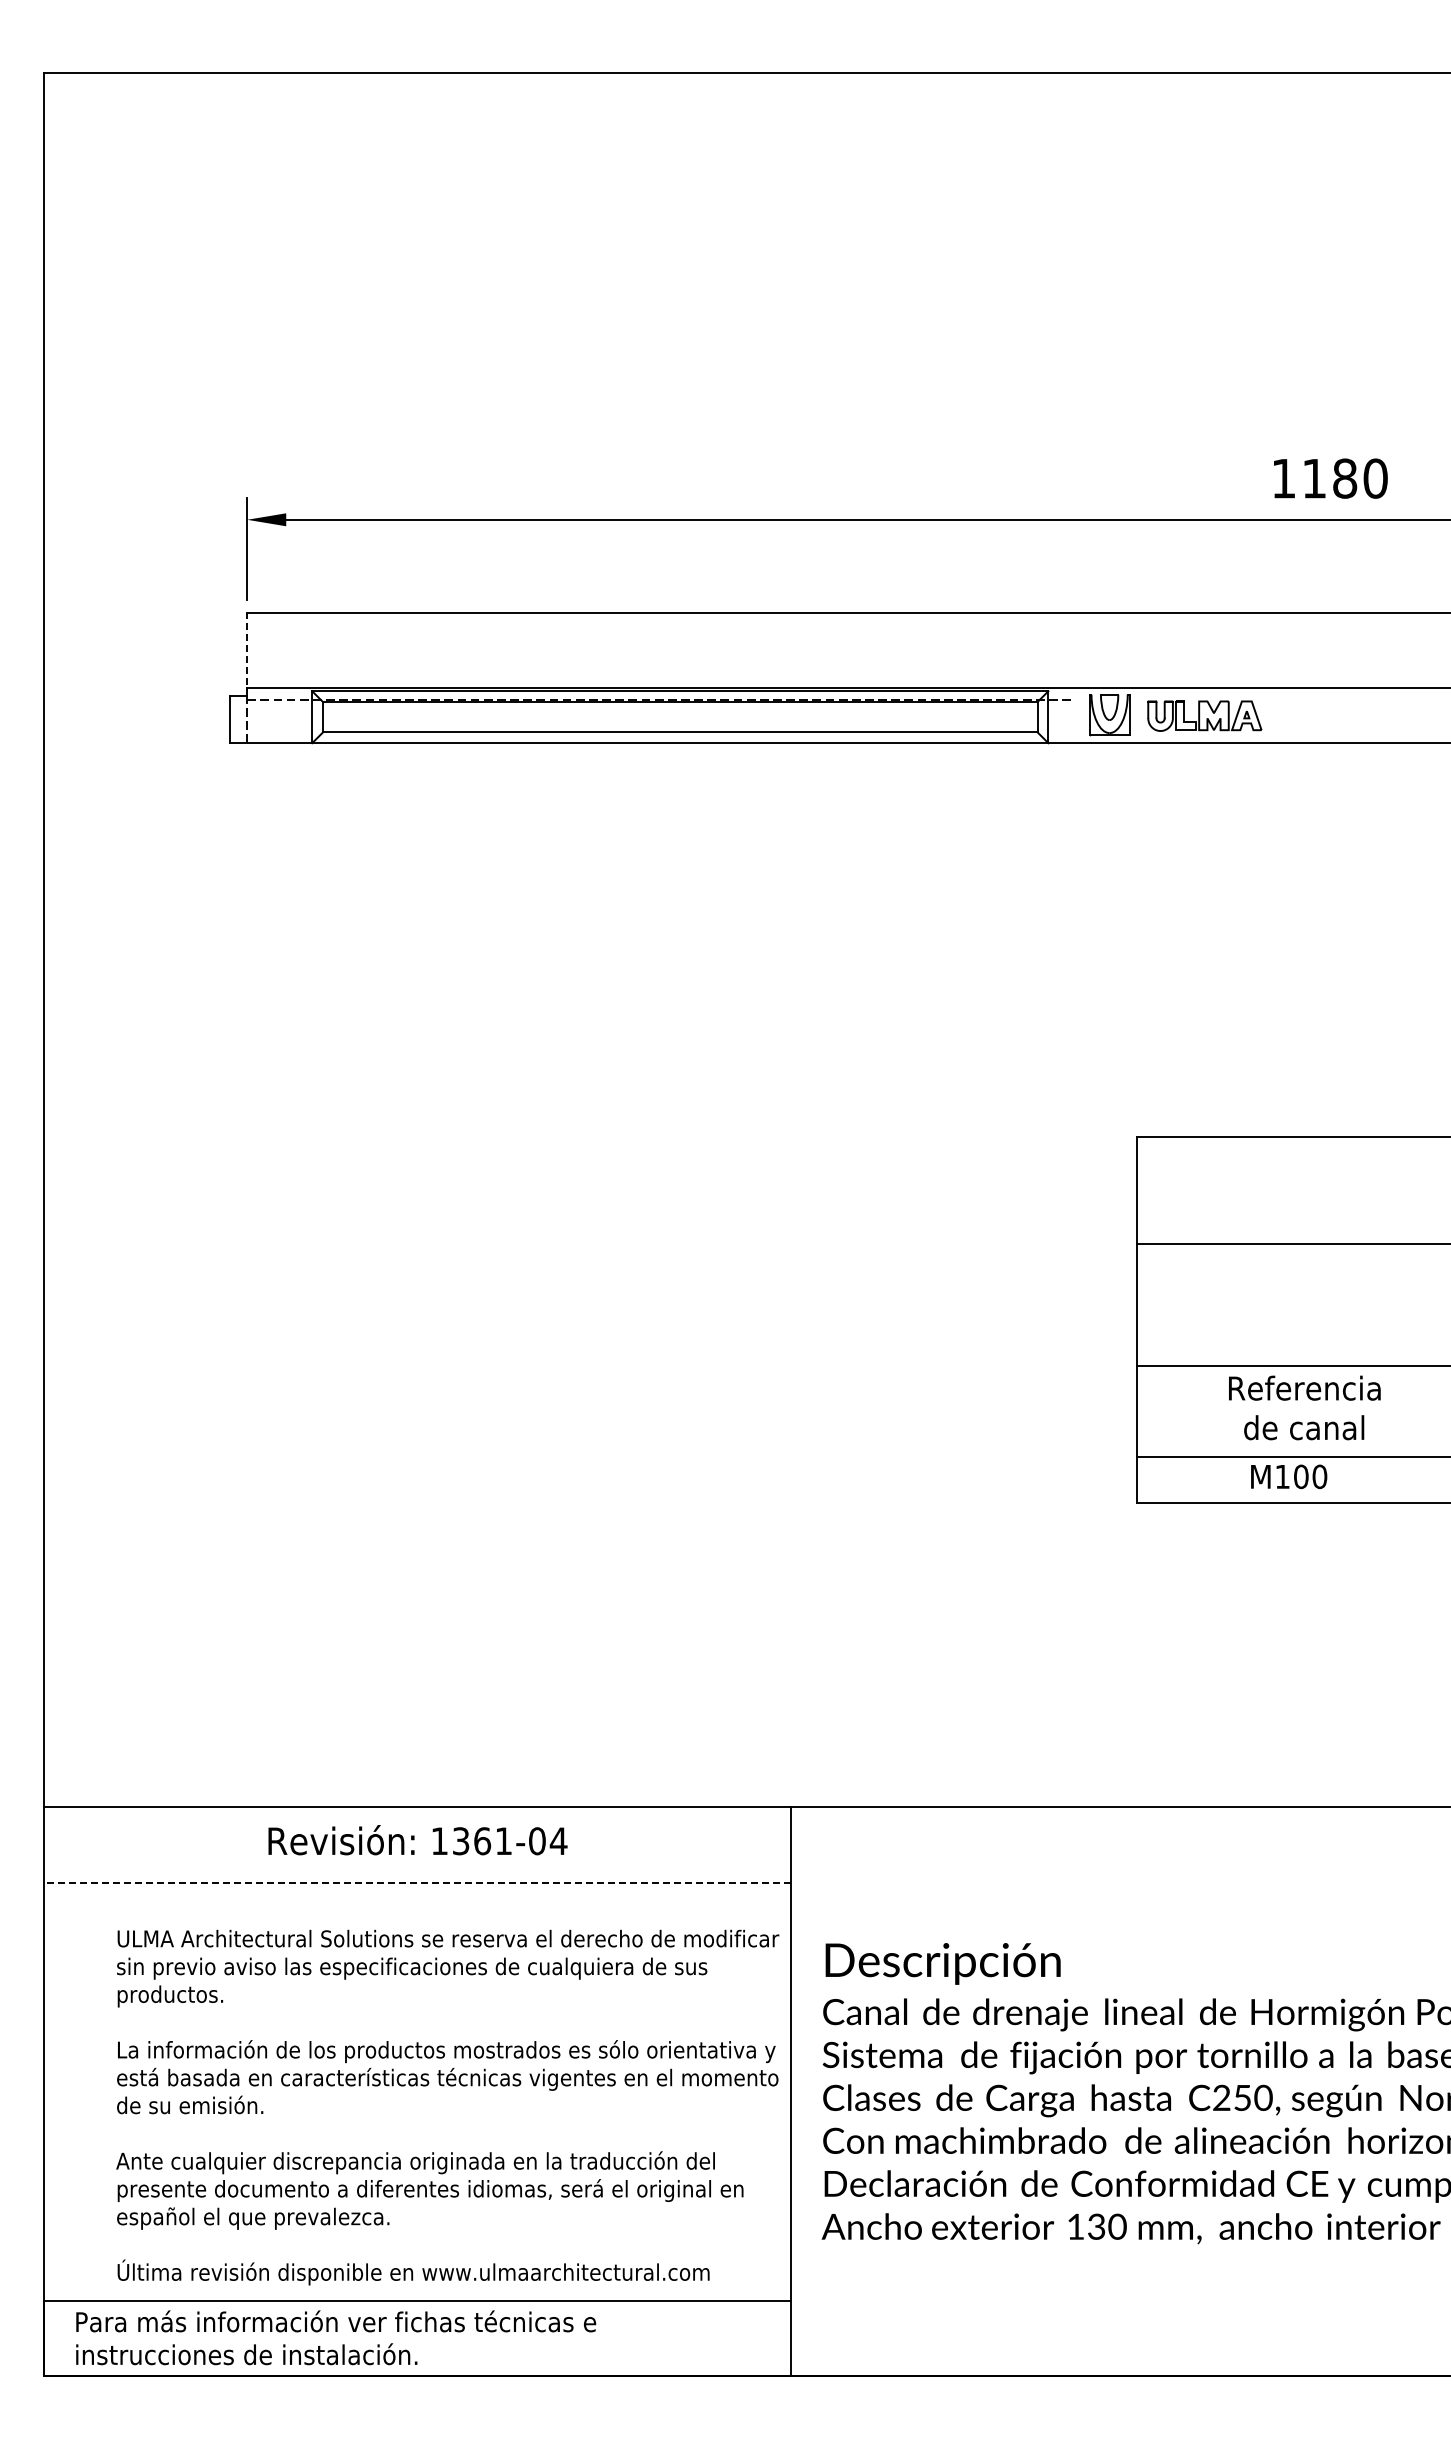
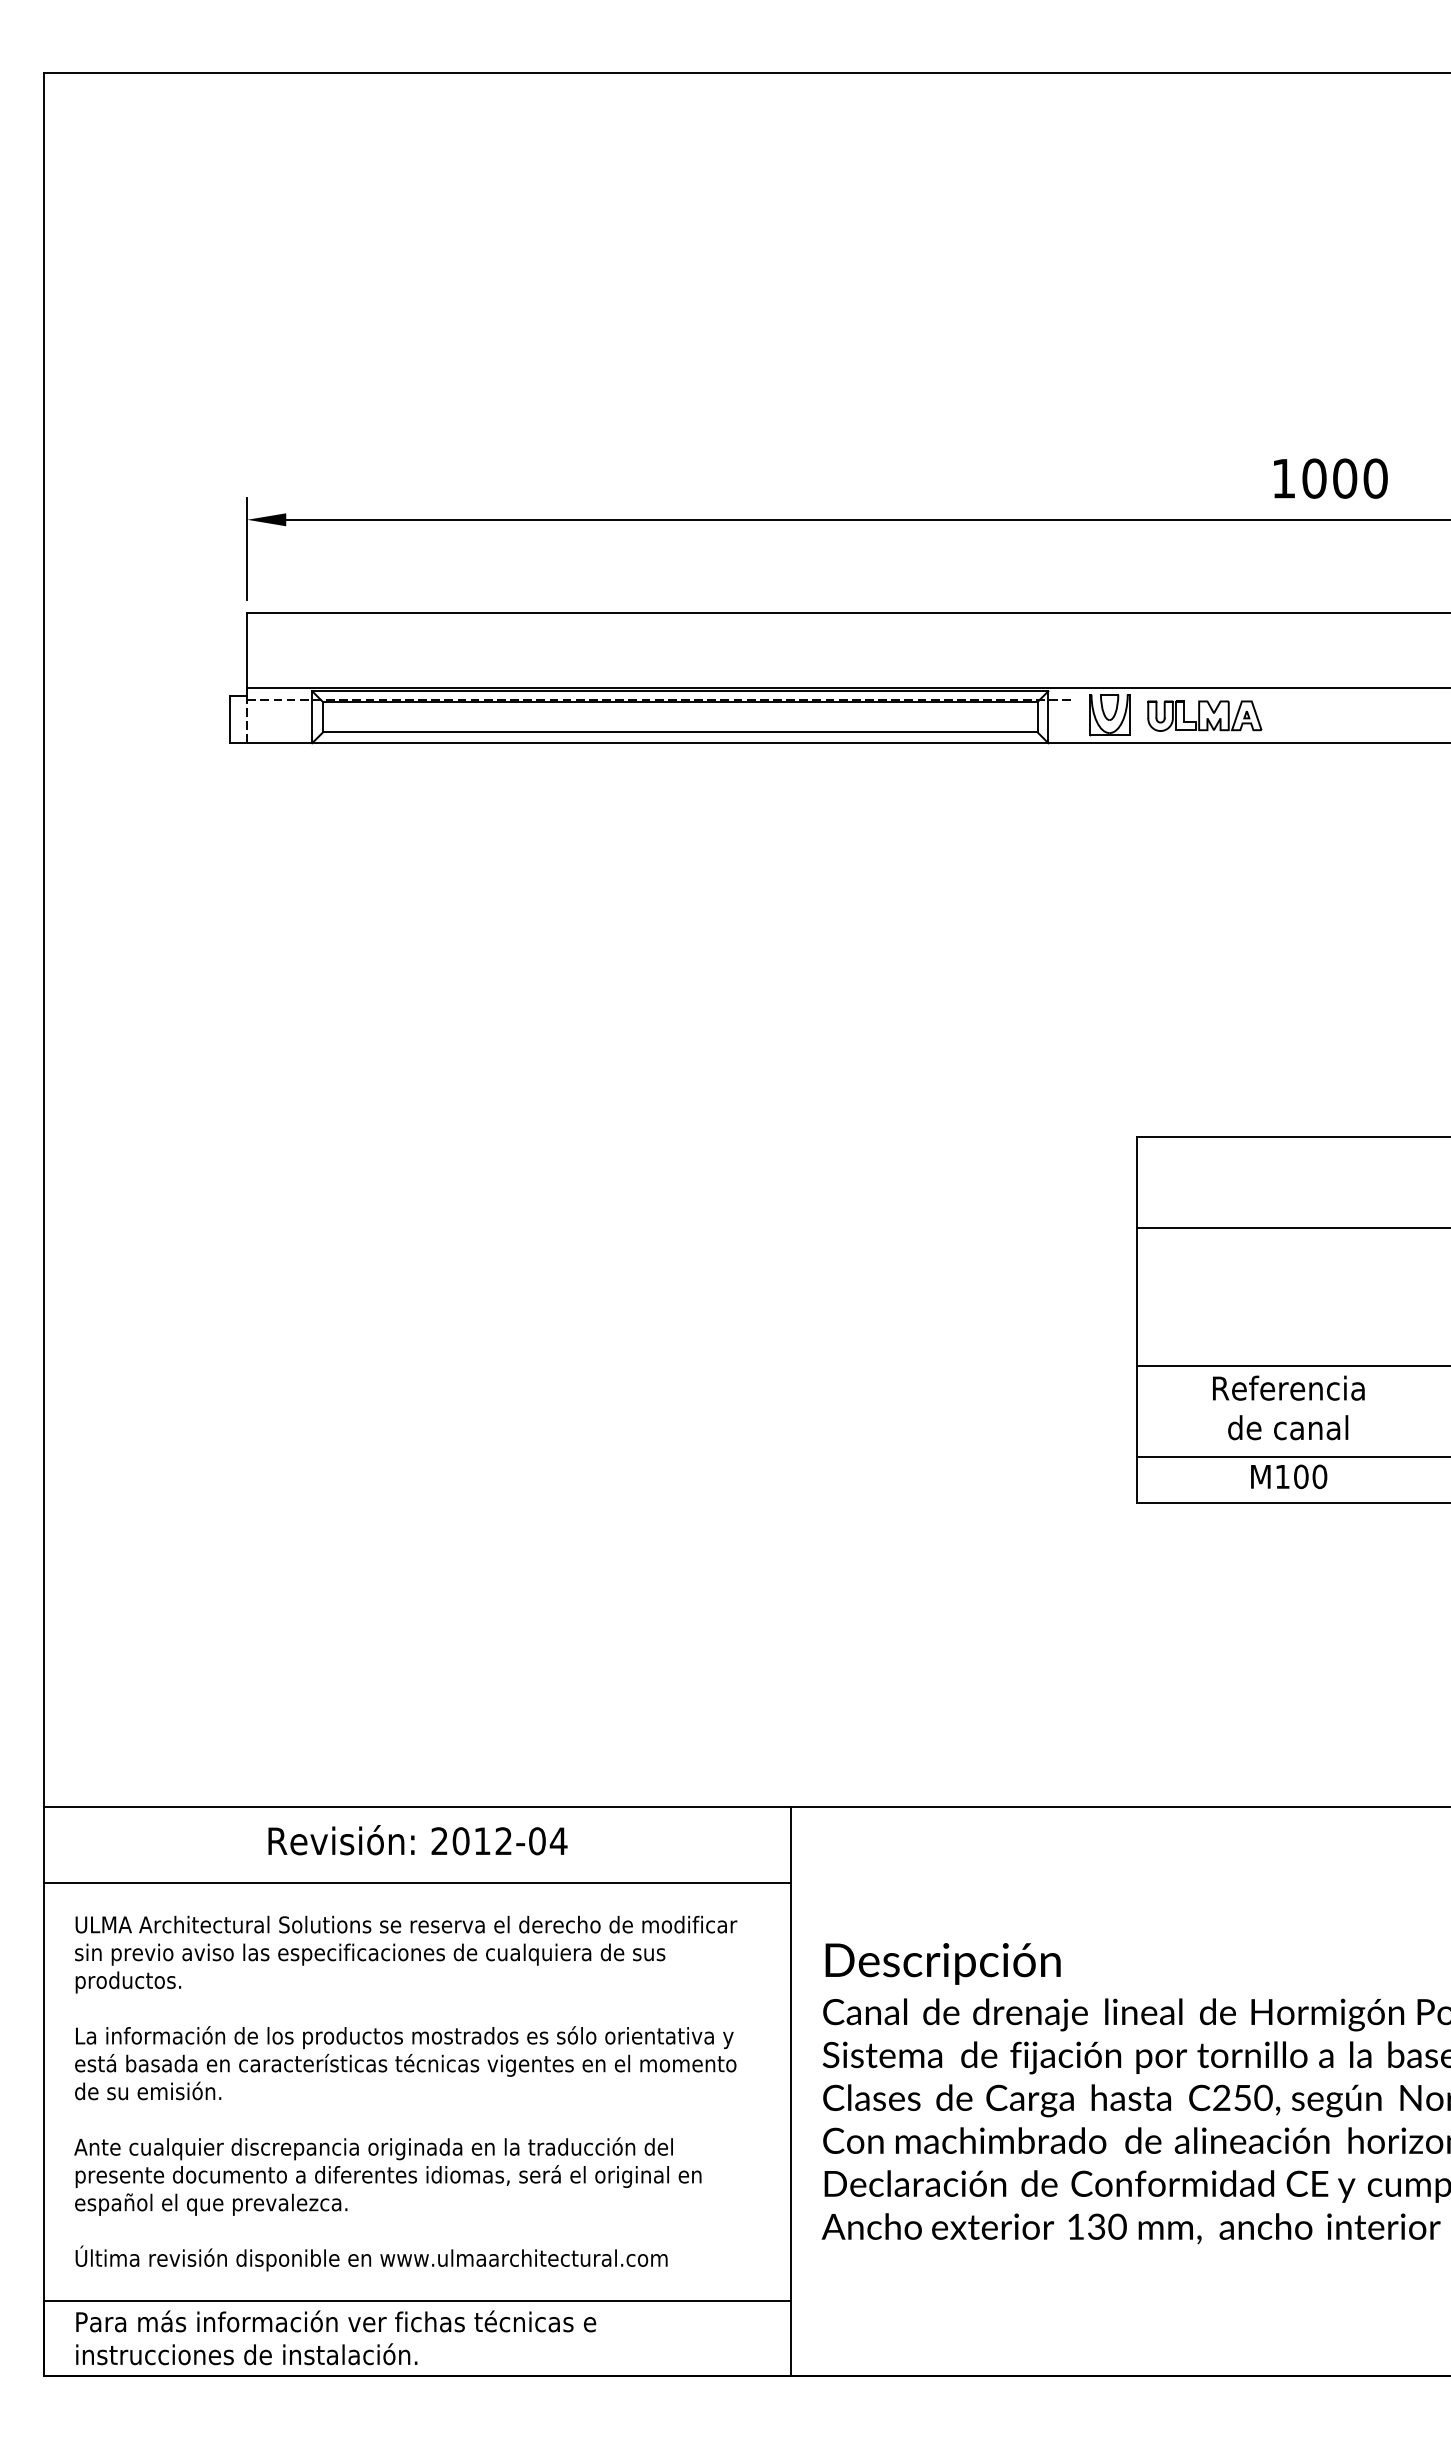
text at (1329, 478): 1180 -> 1000
line at (247, 653): dashed -> solid
line at (1291, 1244) position: (1291, 1244) -> (1291, 1228)
text at (1304, 1407) position: (1304, 1407) -> (1288, 1407)
text at (471, 1841): 1361-04 -> 2012-04
line at (417, 1882): dashed -> solid
text at (447, 2107) position: (447, 2107) -> (405, 2093)
